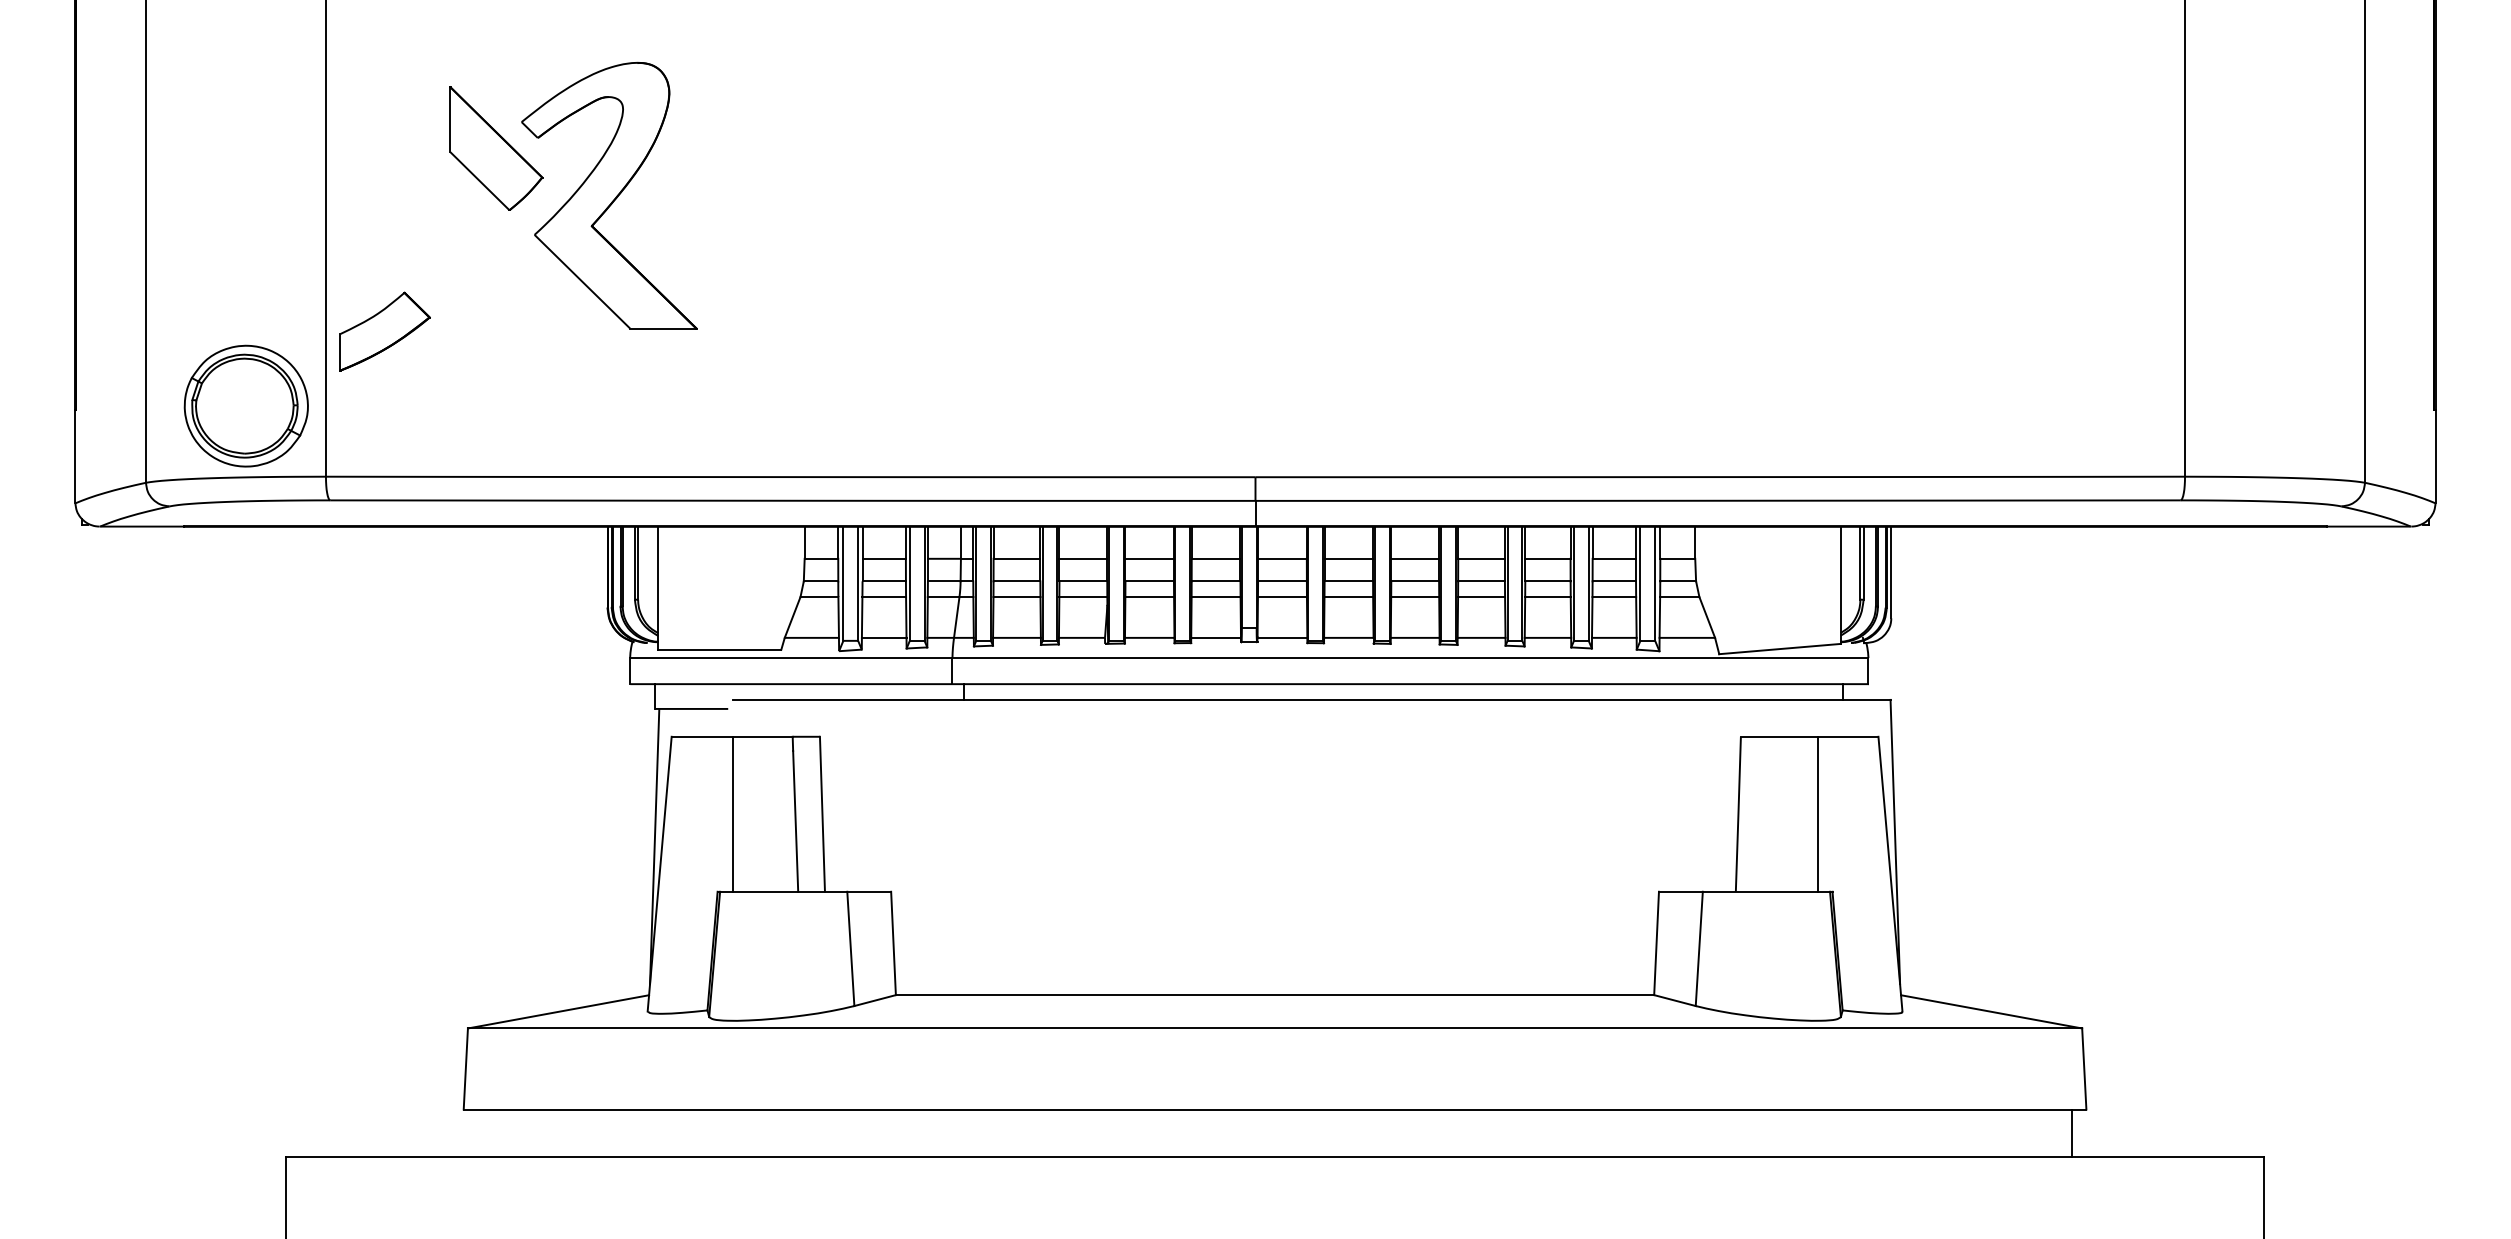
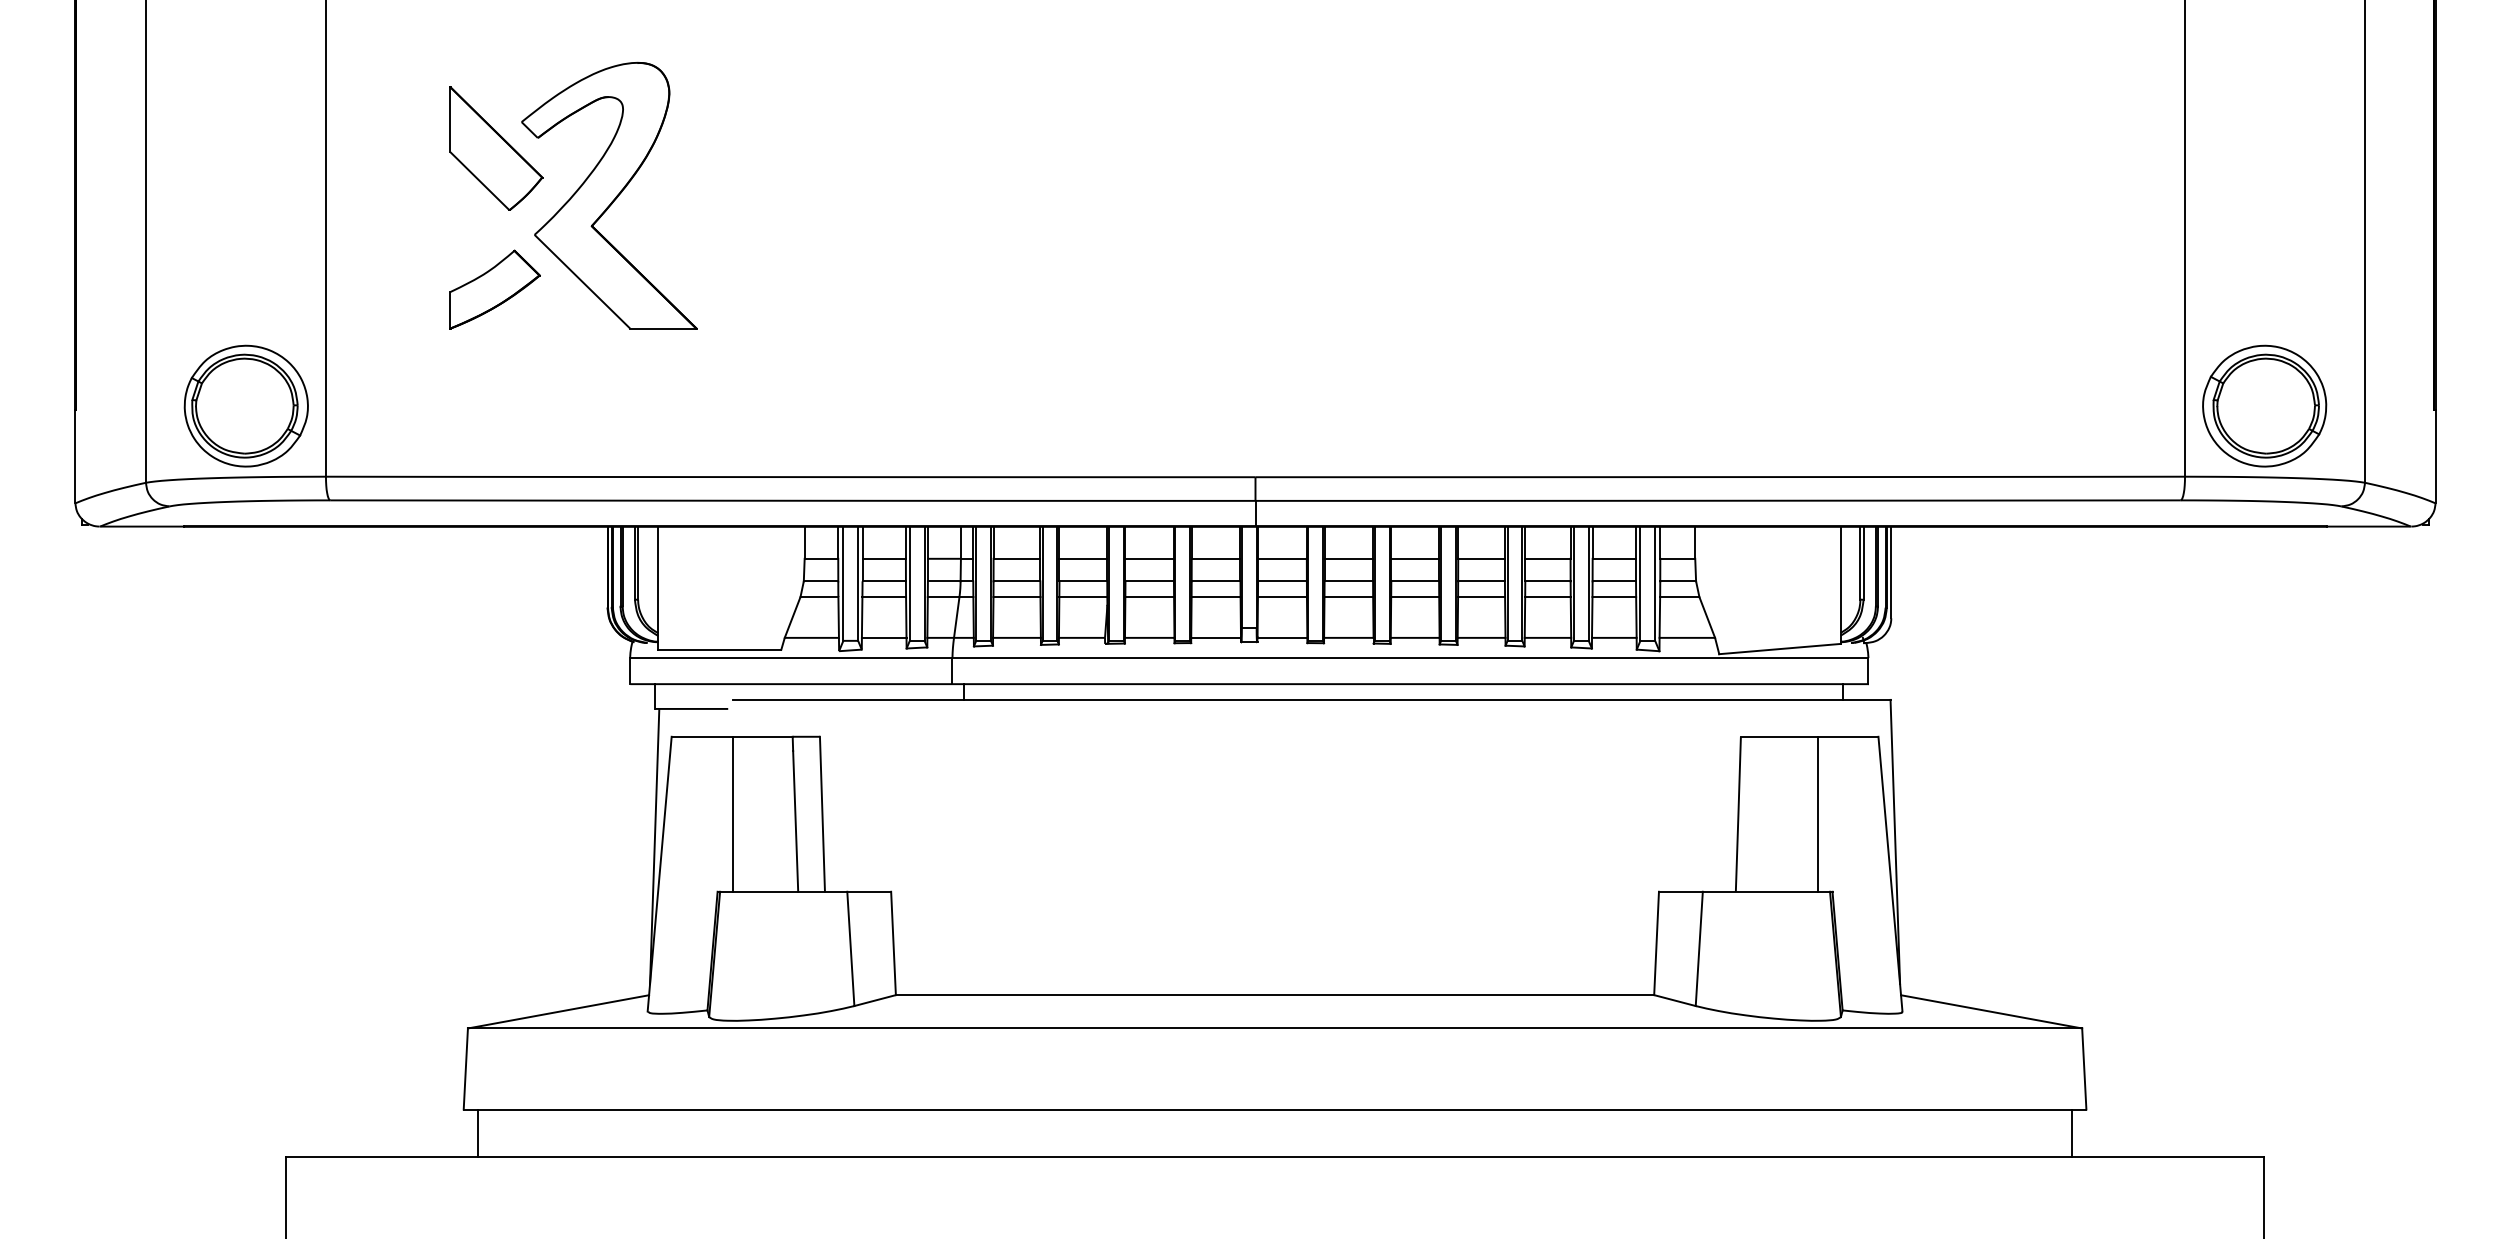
part at (384, 331) position: (384, 331) -> (494, 289)
part at (2264, 405): none -> present
line at (478, 1133): none -> present
